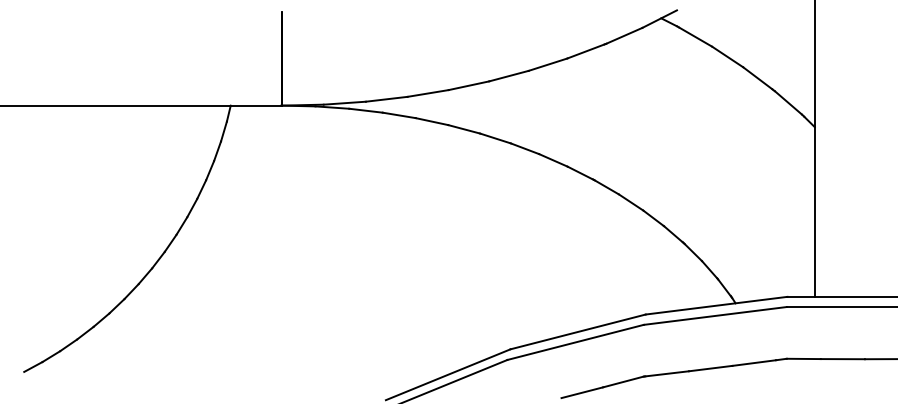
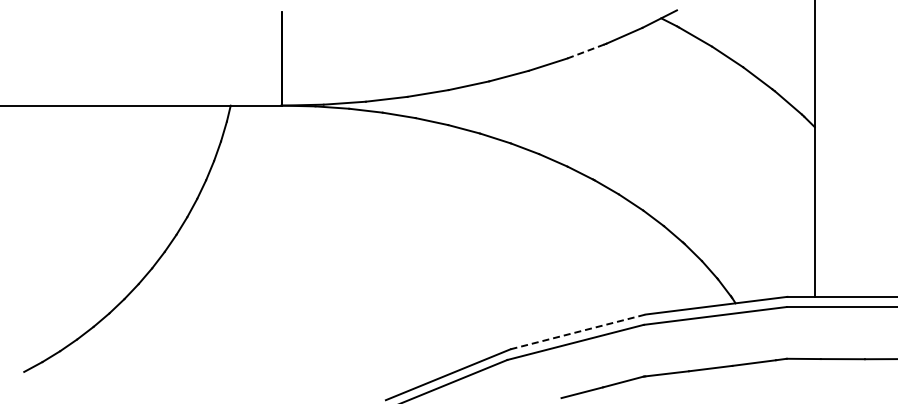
line at (585, 51): solid -> dashed
line at (578, 331): solid -> dashed
